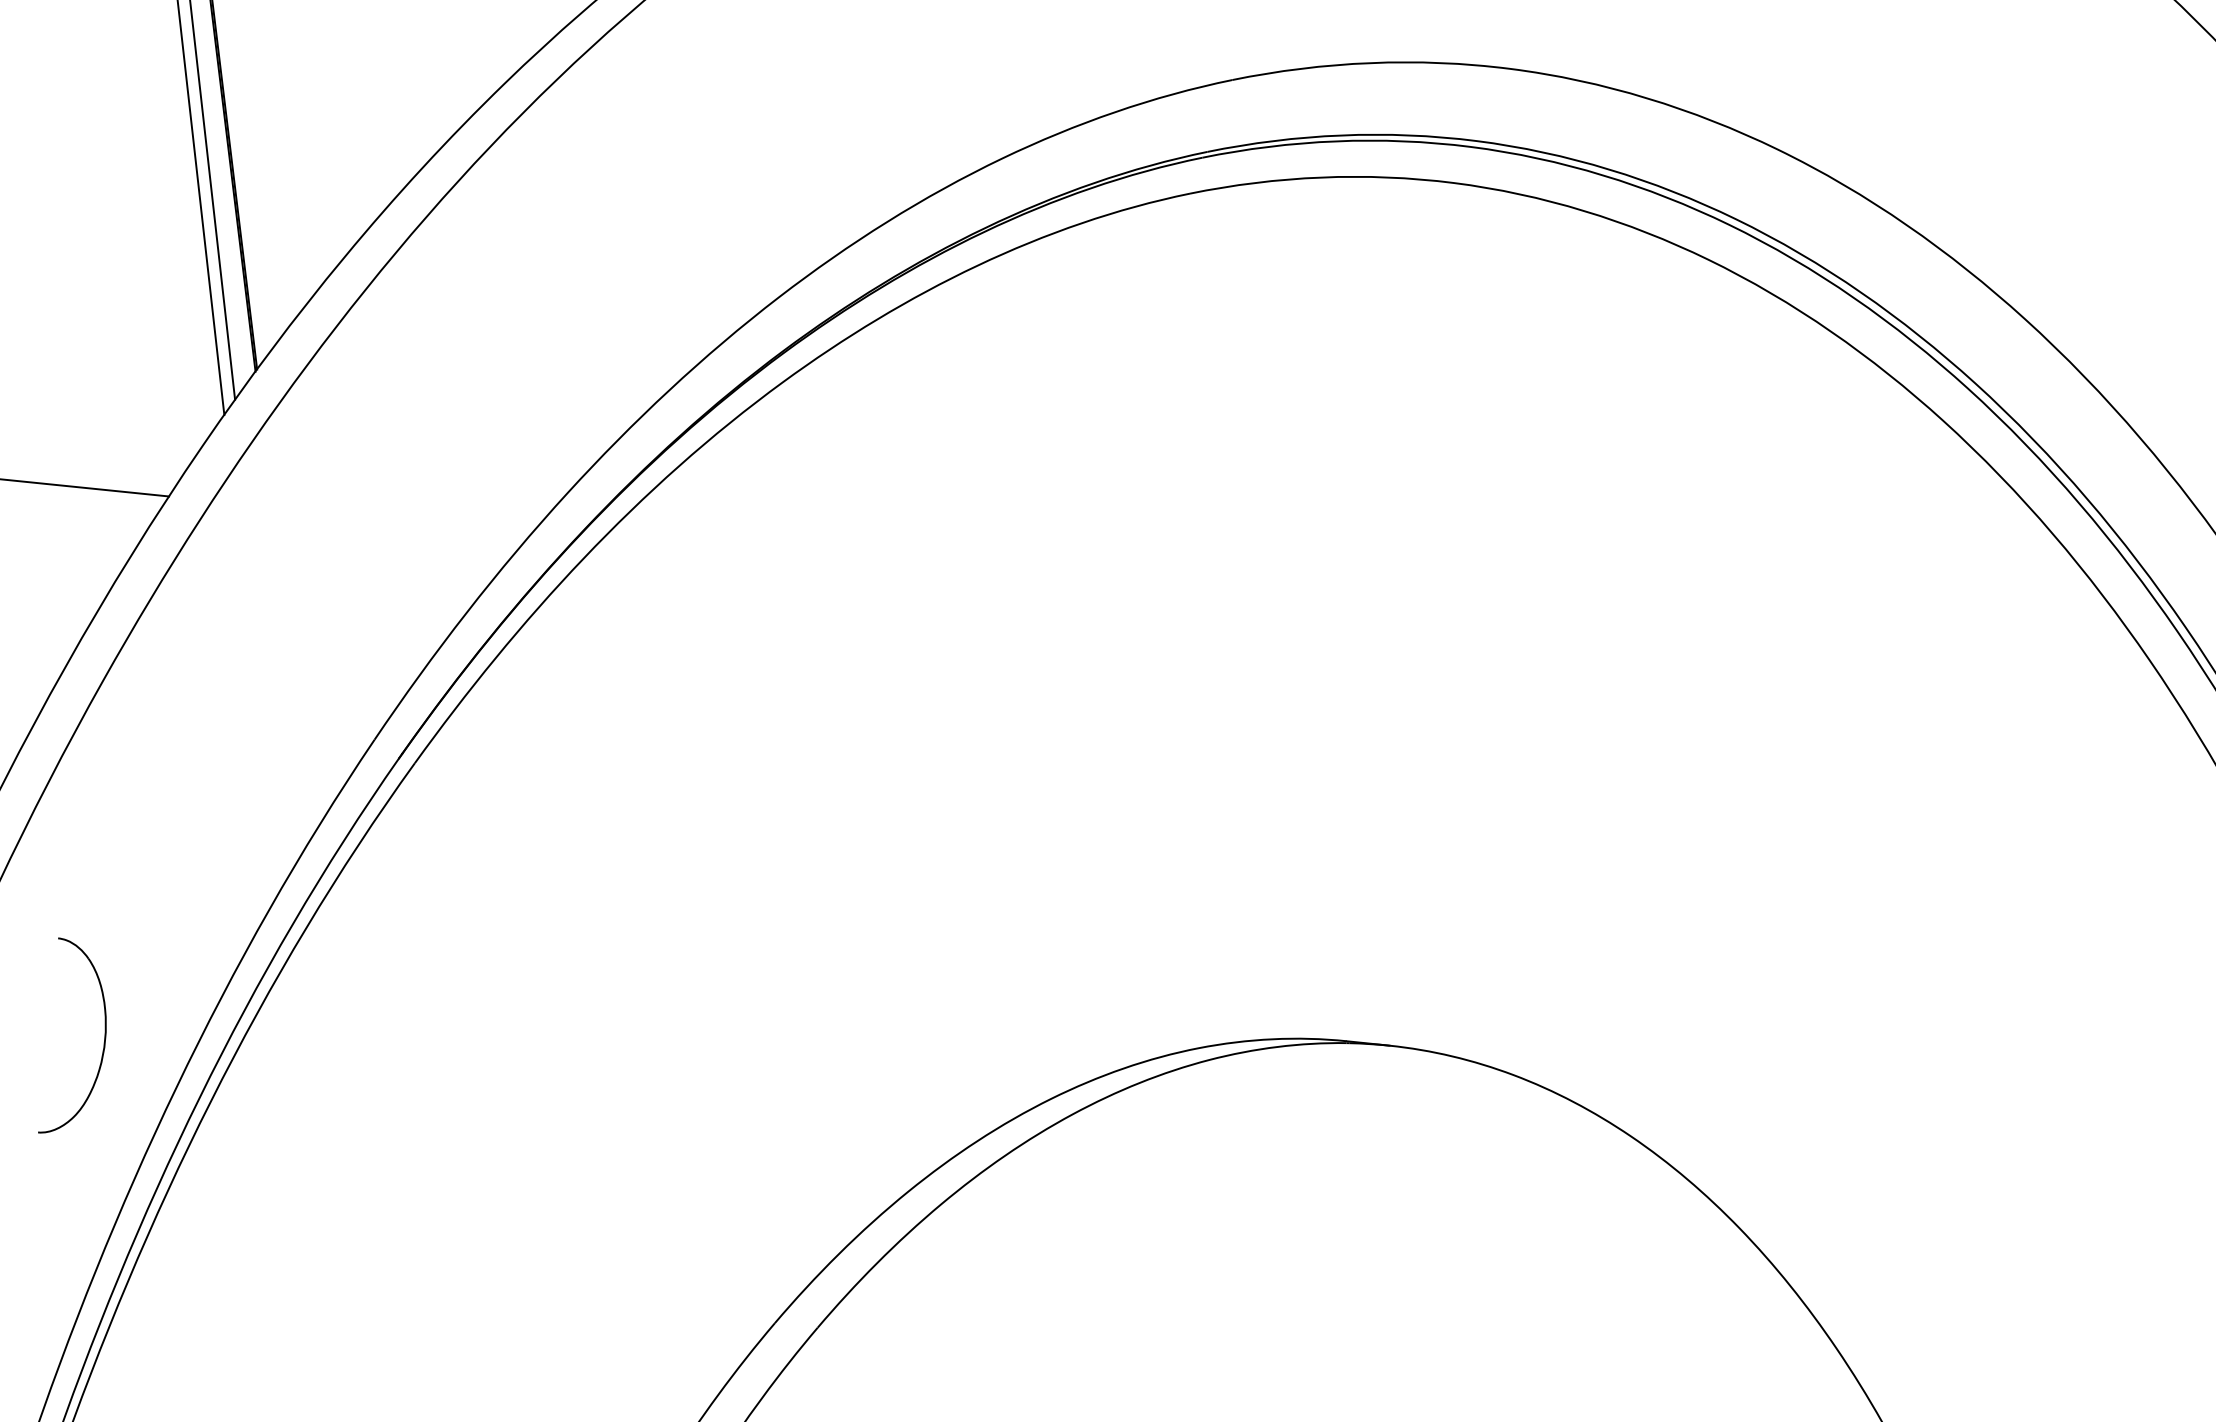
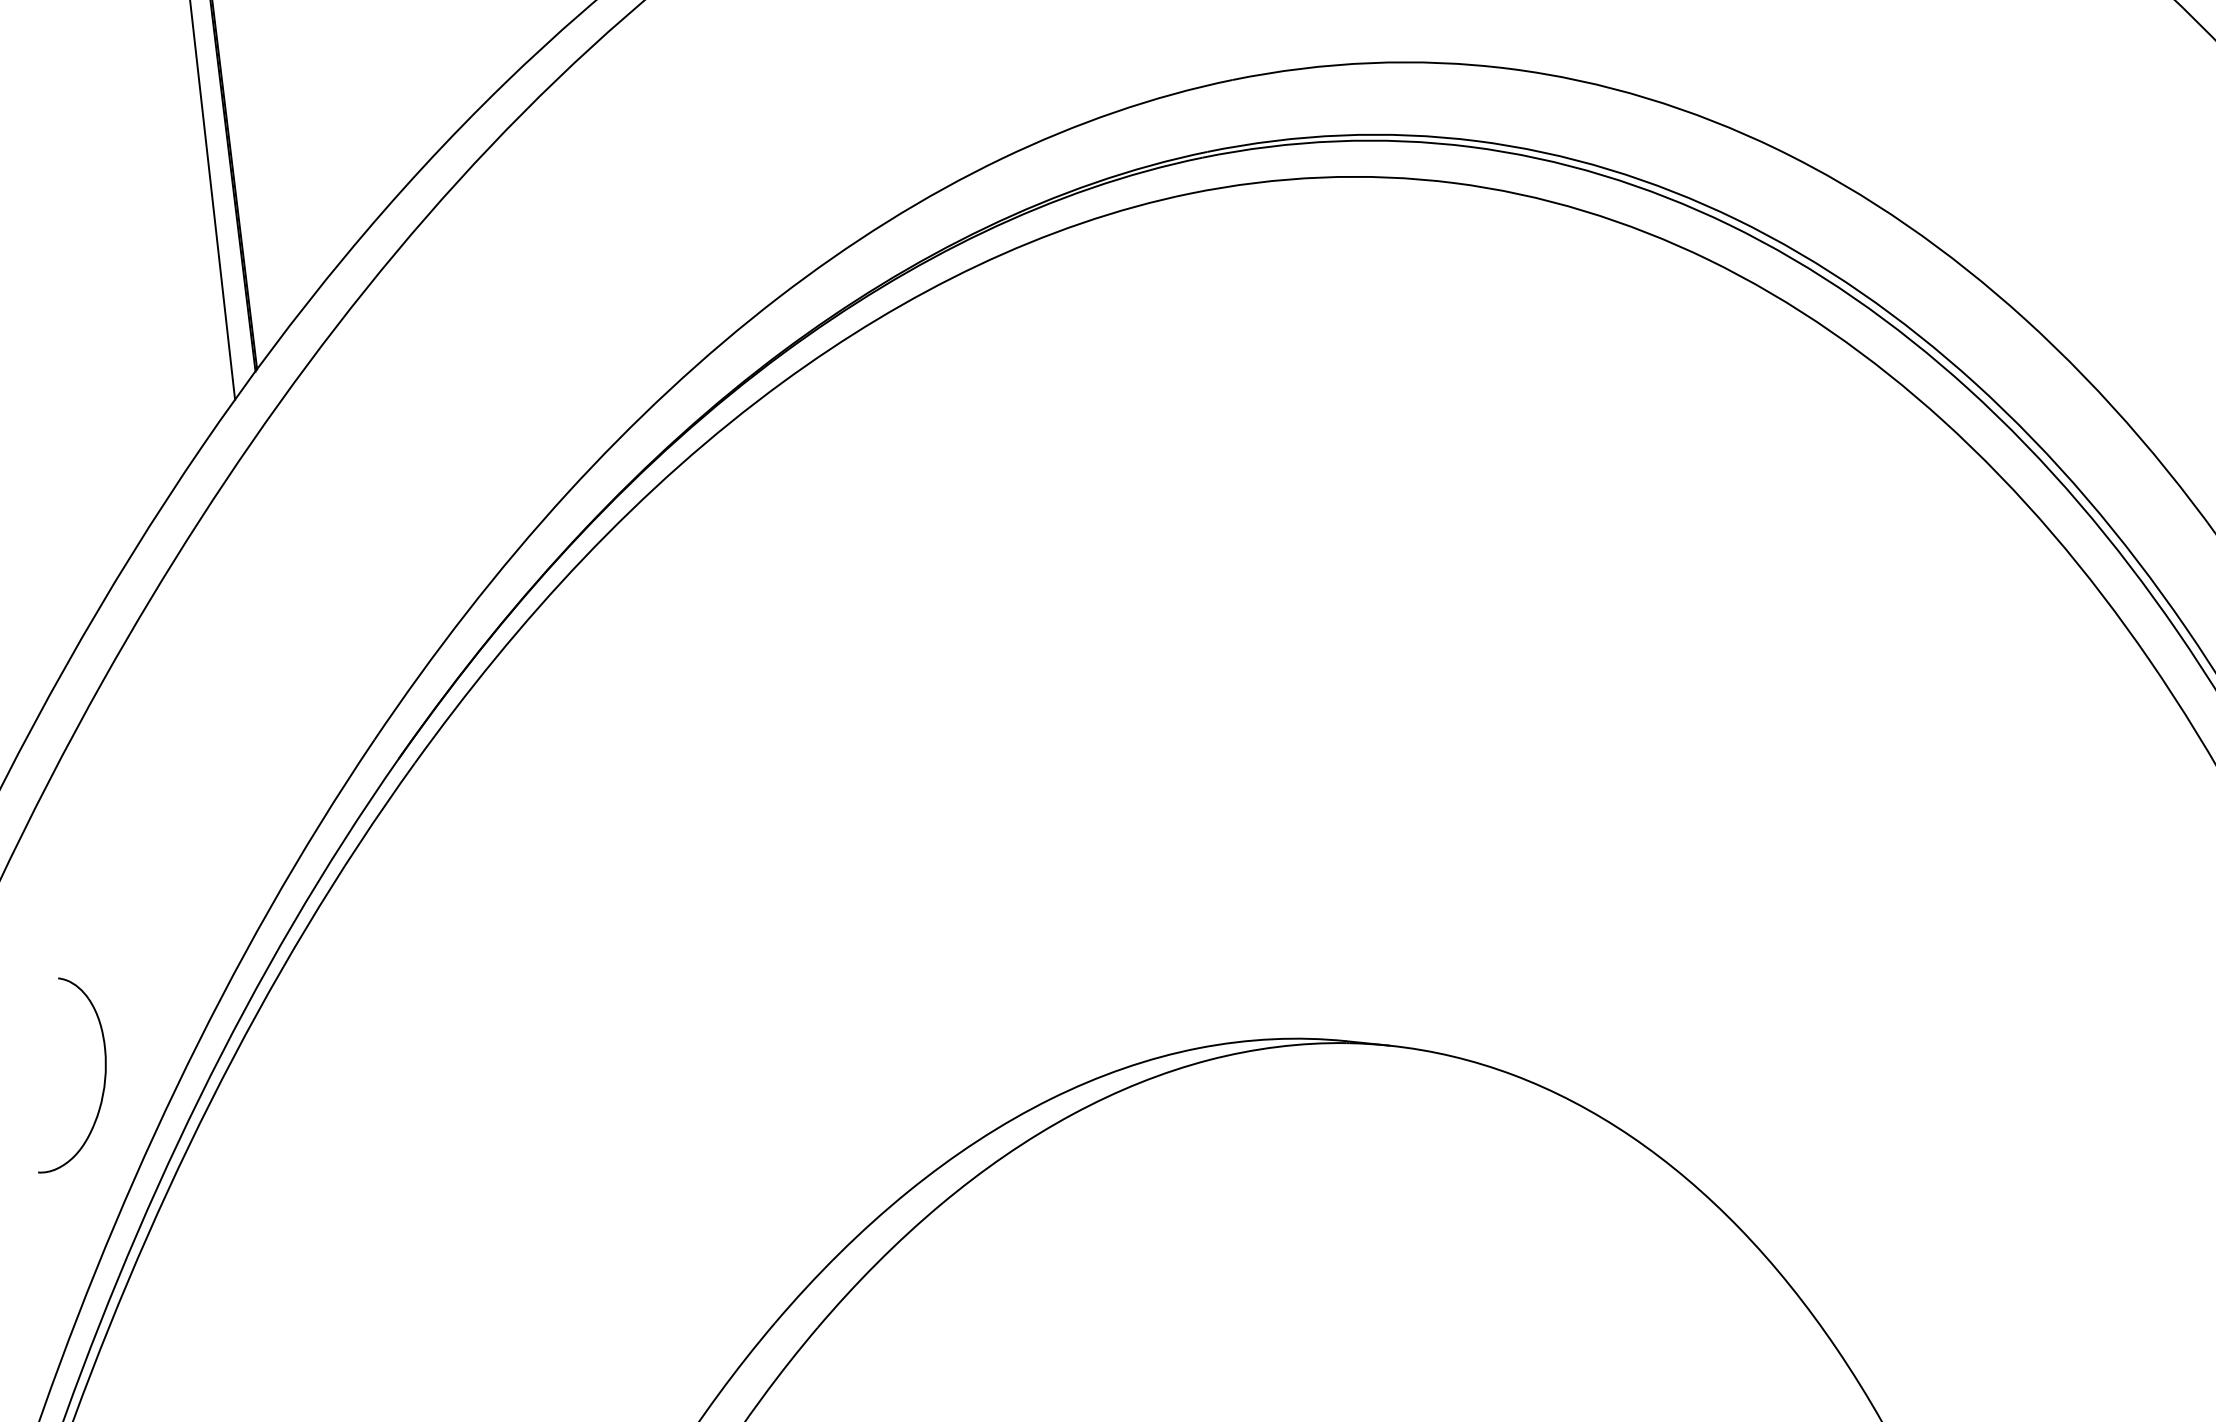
line at (200, 208): present -> none
line at (85, 487): present -> none
part at (103, 1042) position: (103, 1042) -> (103, 1082)
